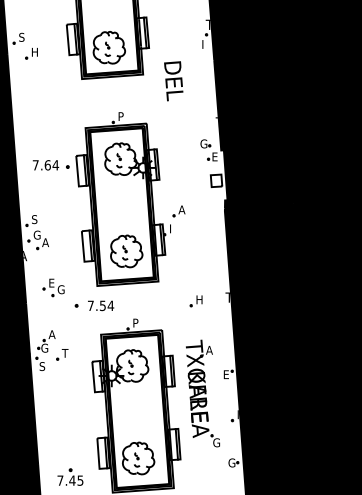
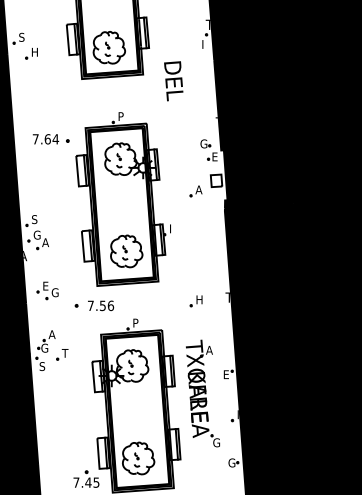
part at (50, 165) position: (50, 165) -> (50, 139)
part at (178, 211) position: (178, 211) -> (195, 191)
part at (53, 287) position: (53, 287) -> (47, 290)
text at (110, 305): 7.54 -> 7.56
part at (70, 476) position: (70, 476) -> (86, 478)
